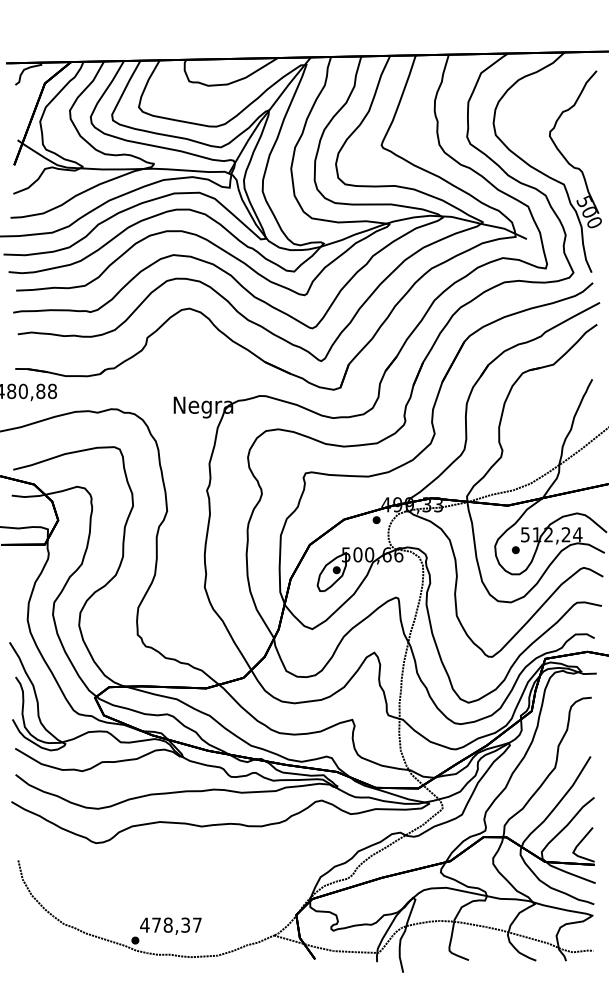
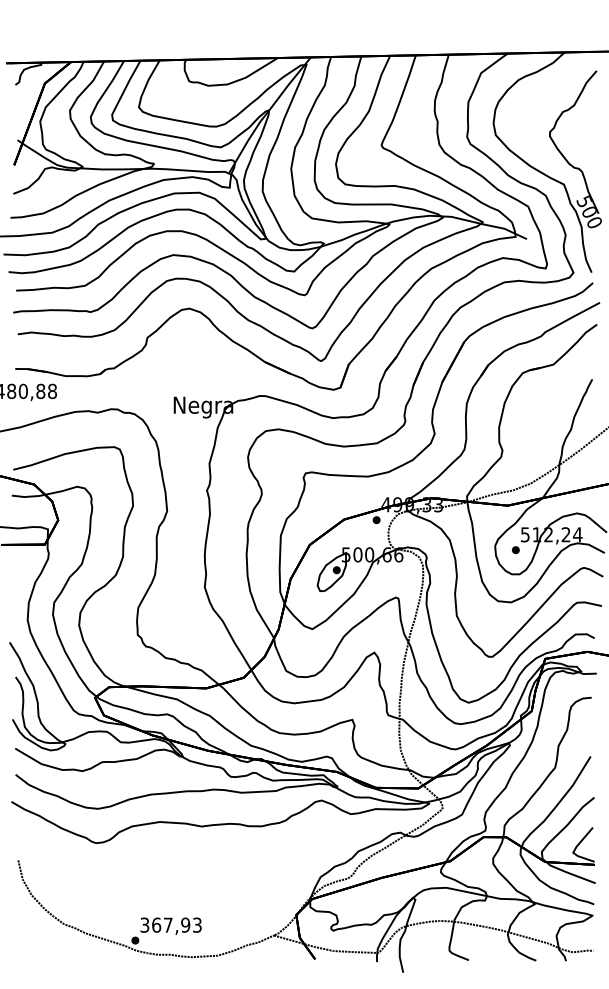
text at (170, 924): 478,37 -> 367,93
